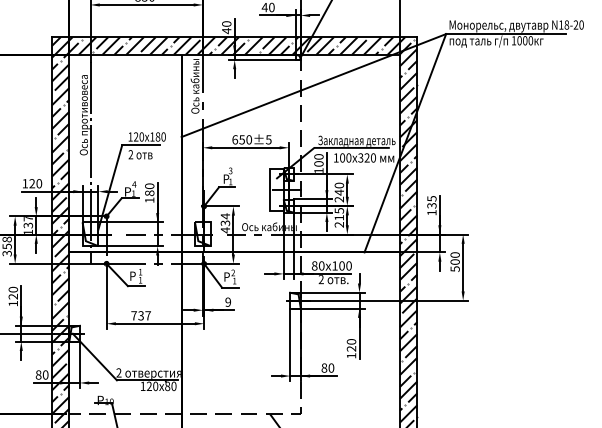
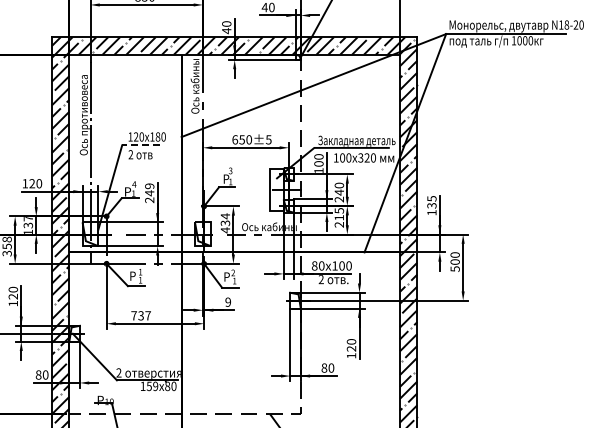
line at (140, 145): solid -> dashed
text at (149, 193): 180 -> 249
text at (152, 386): 120 -> 159
